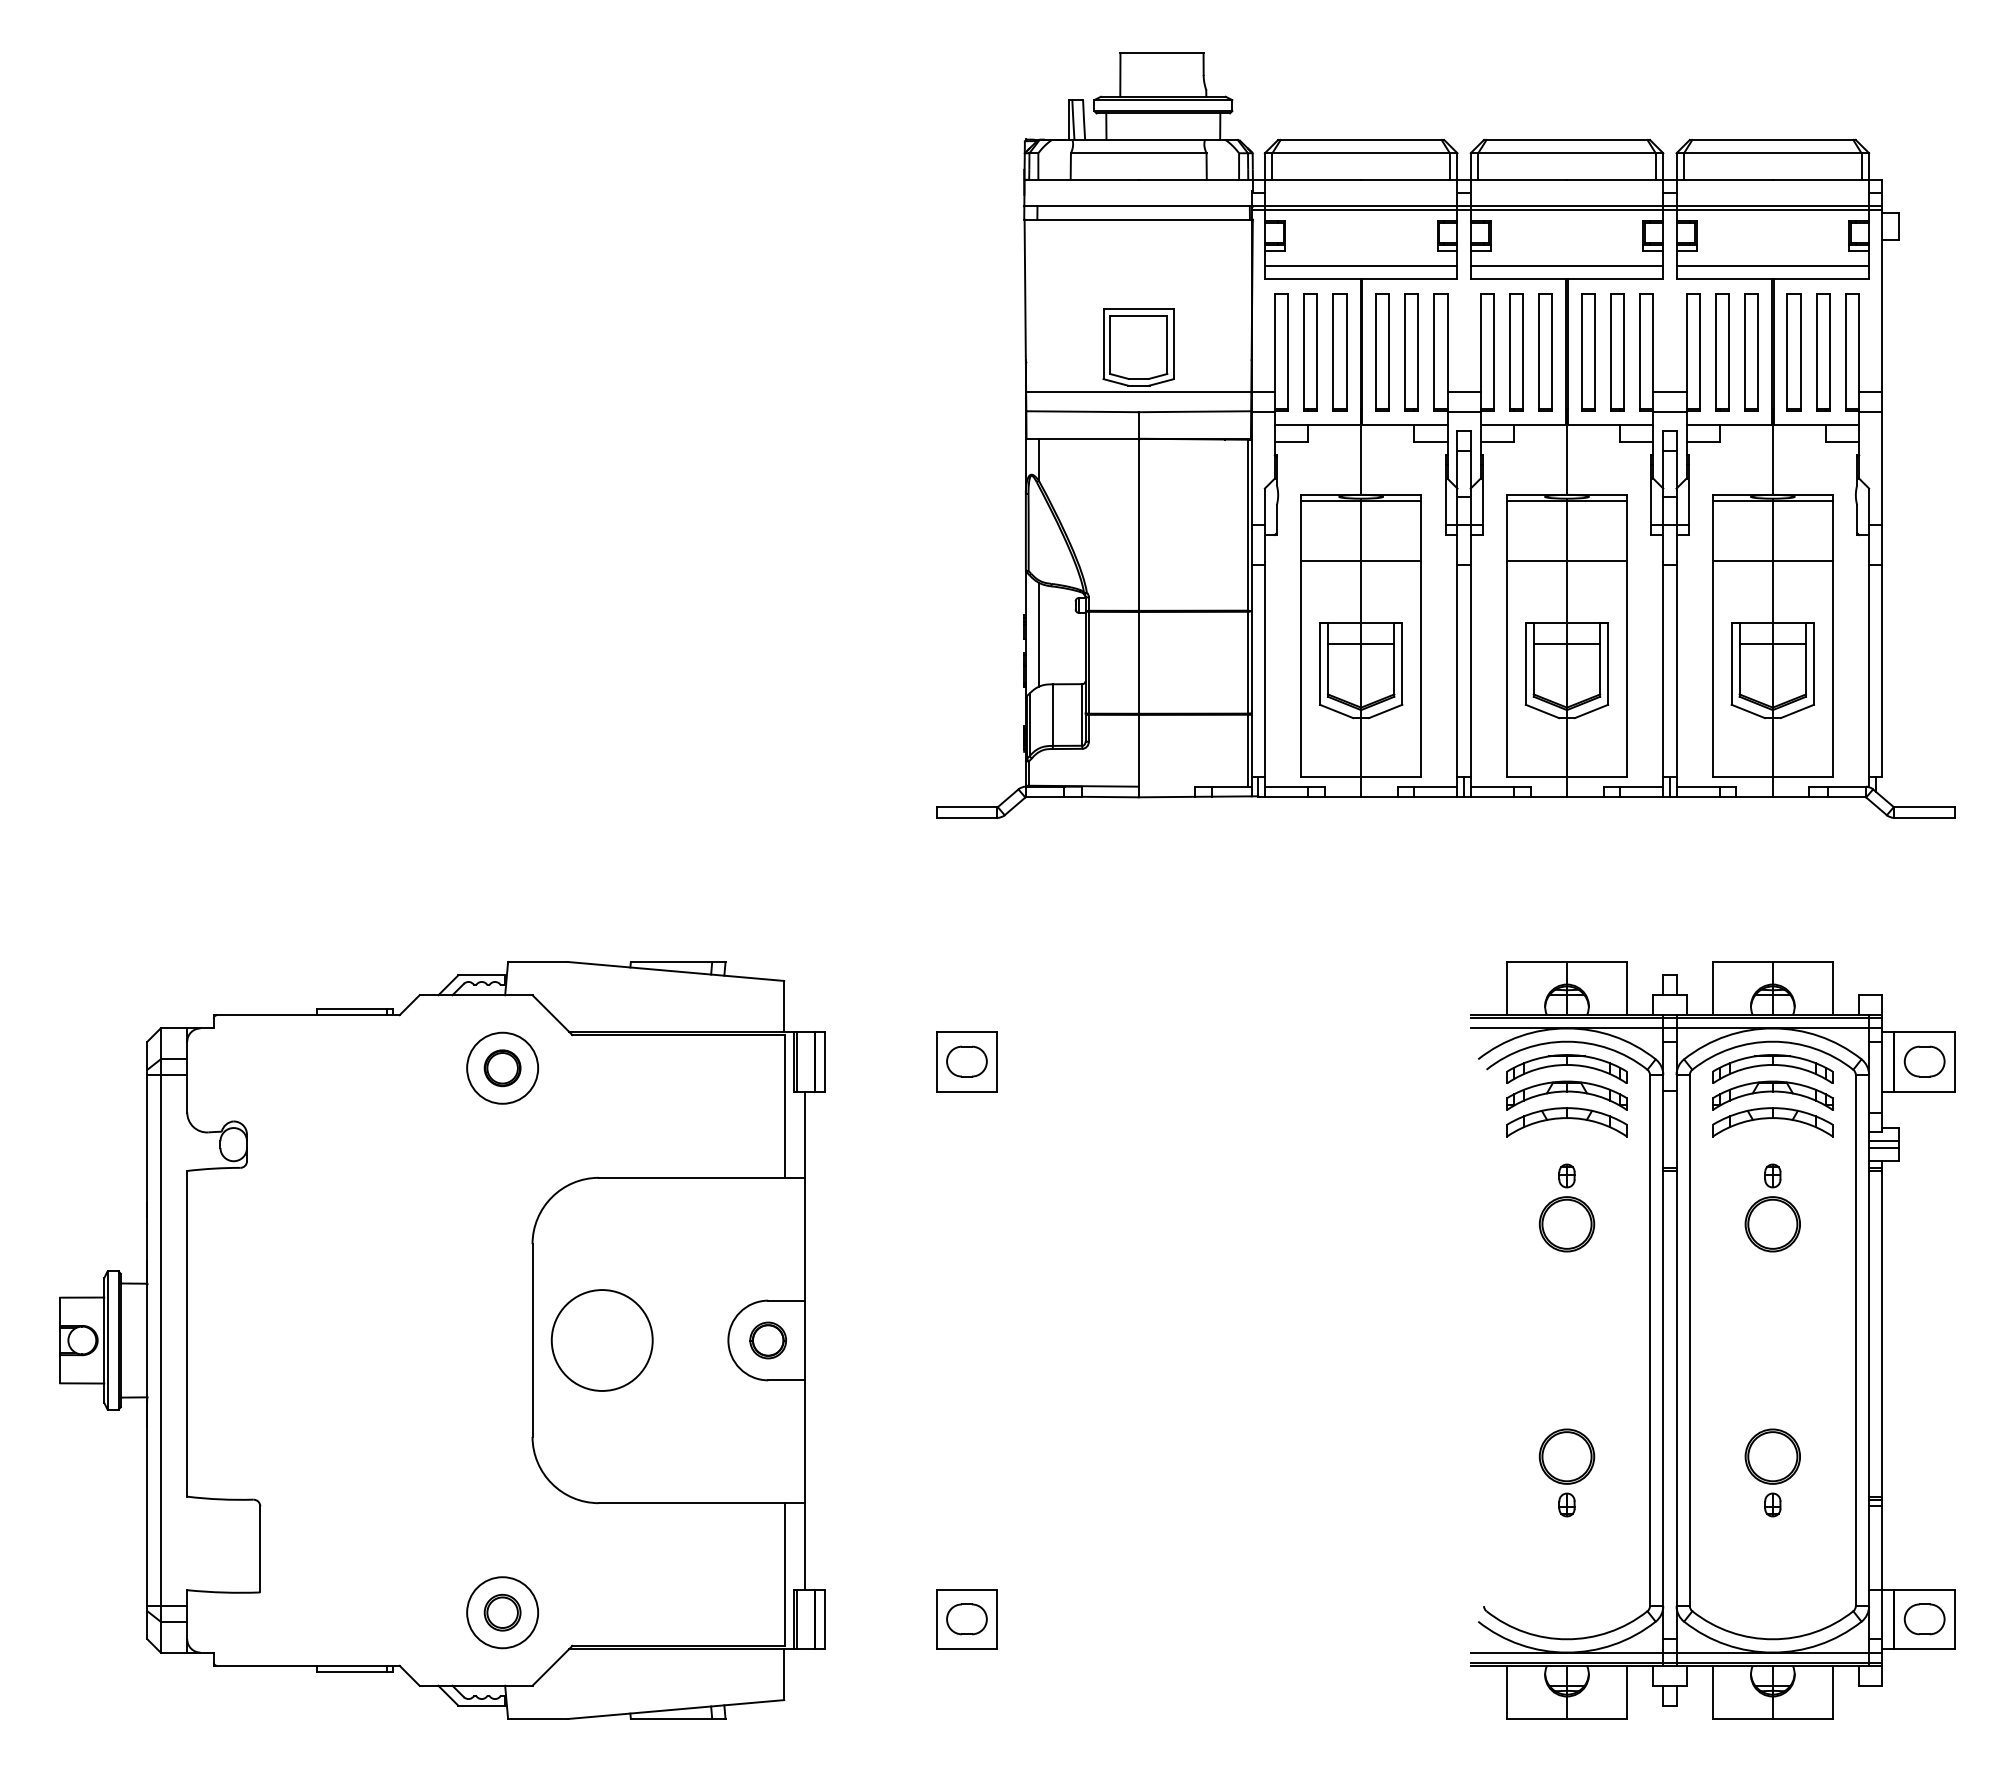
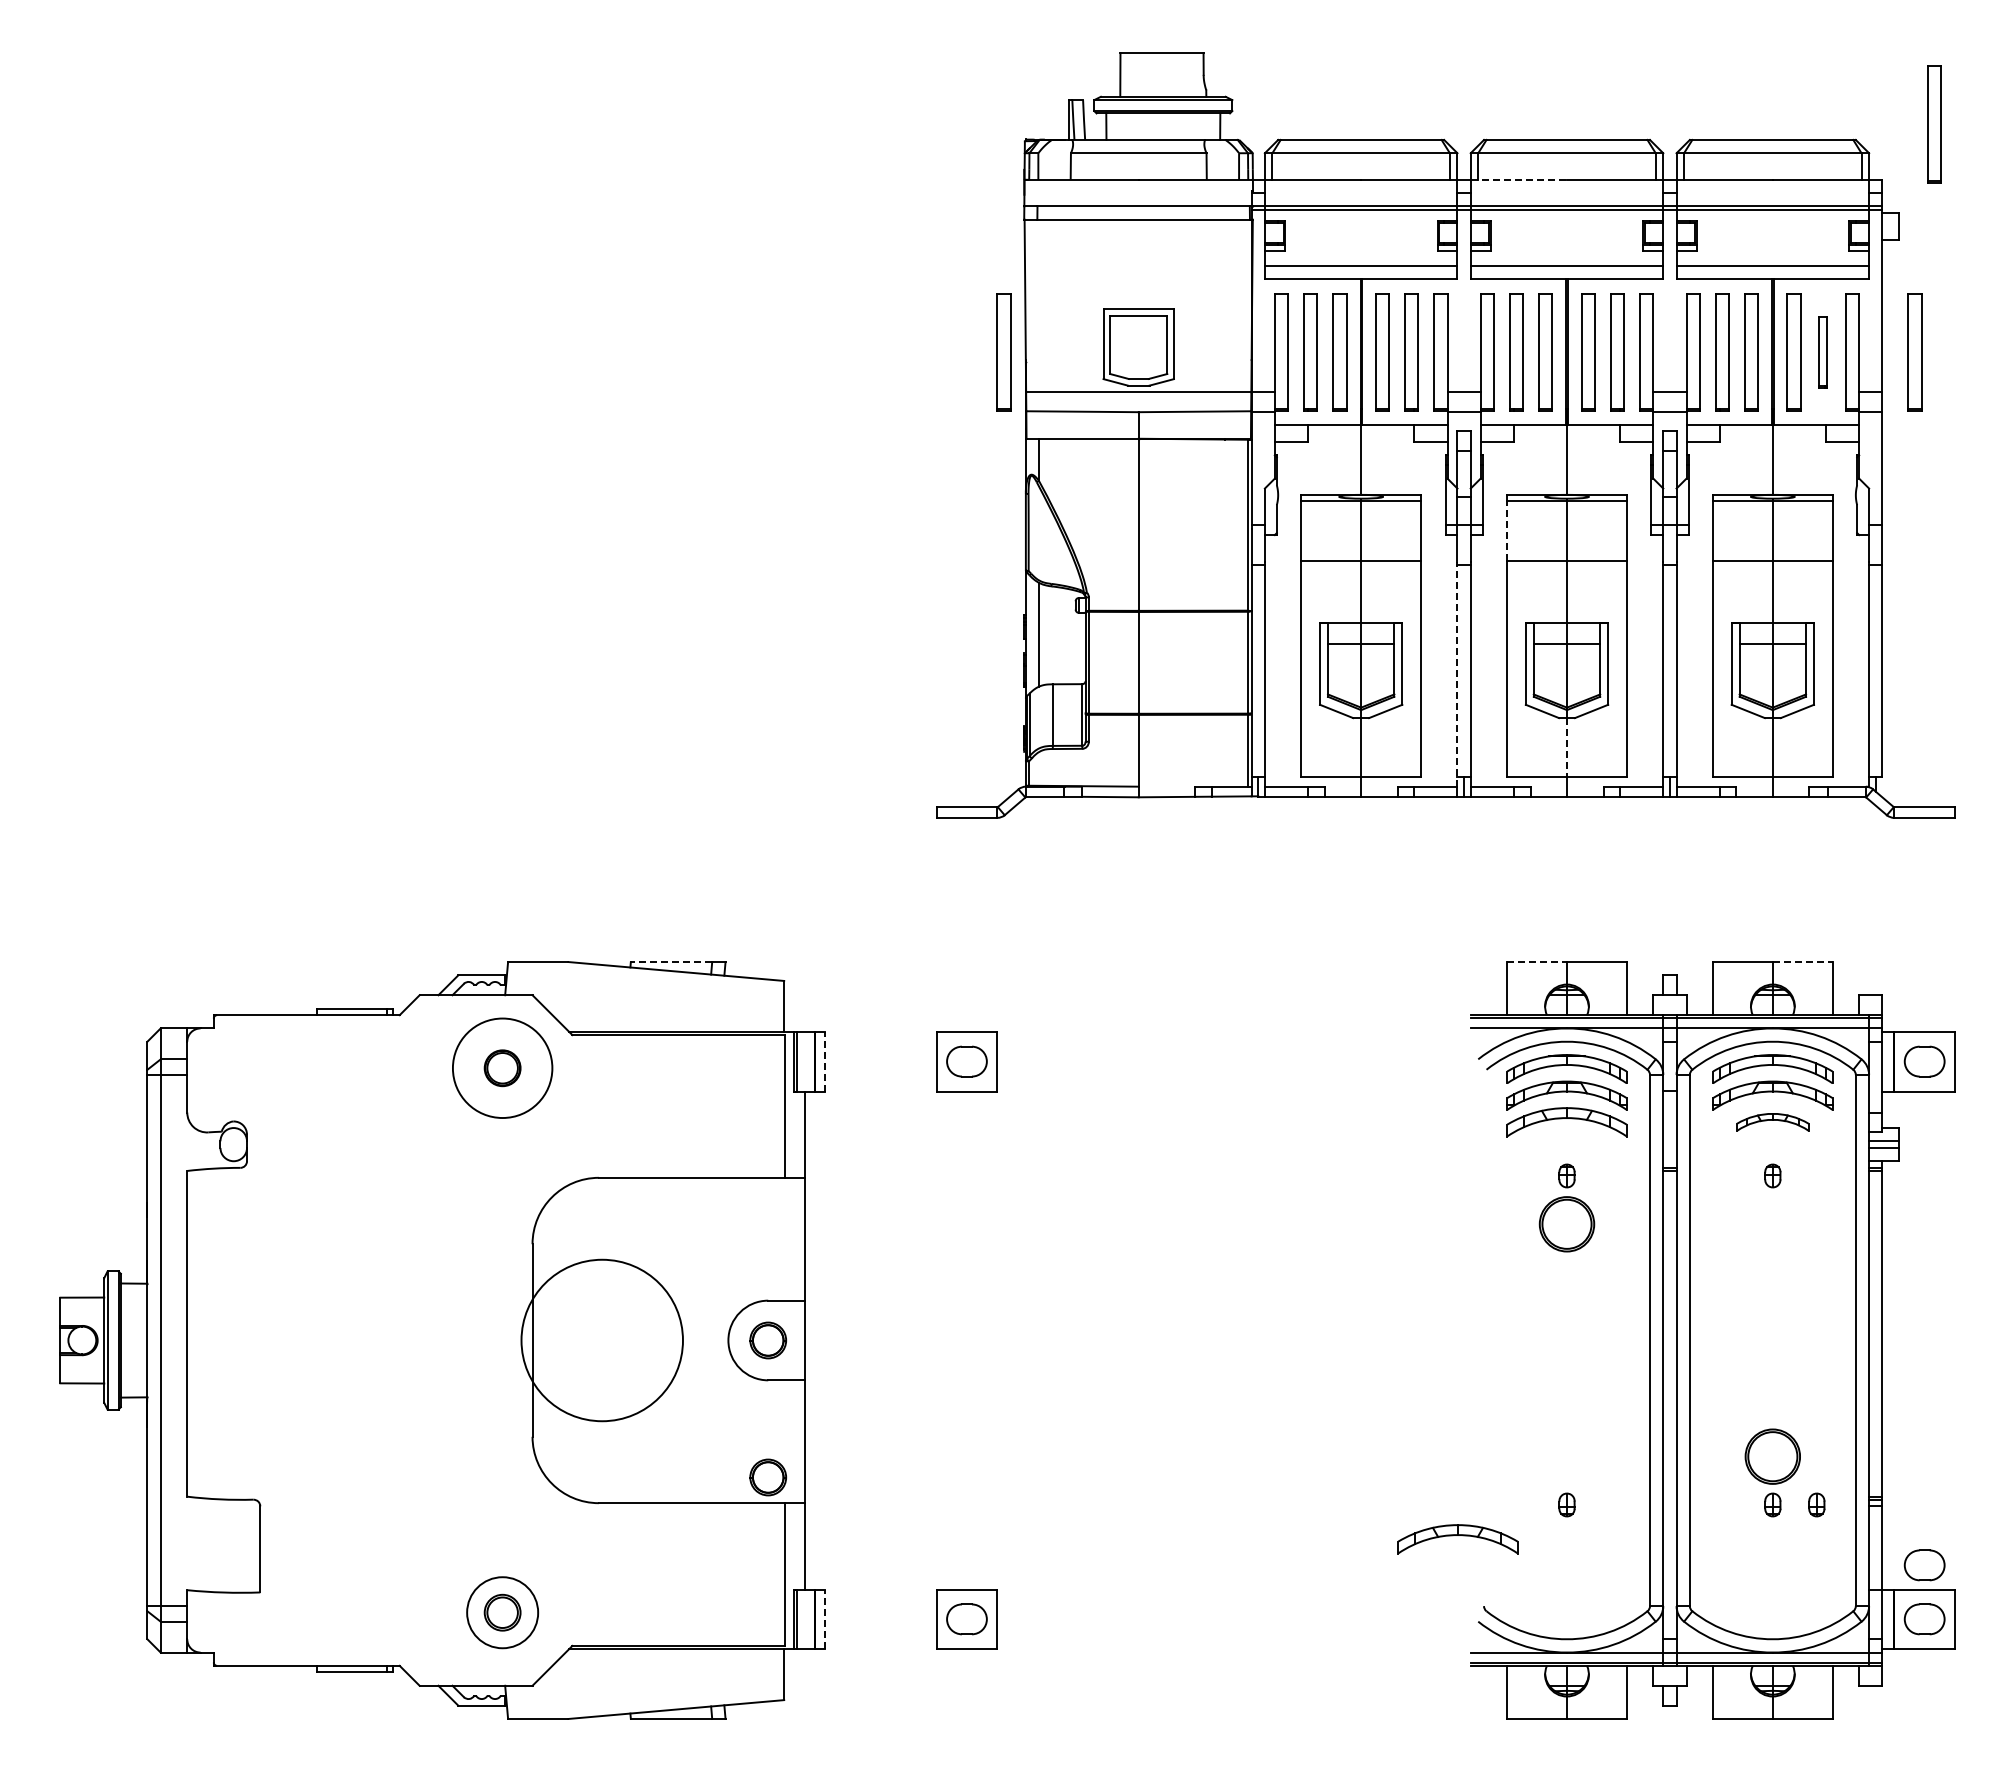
part at (1934, 124): none -> present
line at (1519, 179): solid -> dashed
part at (1003, 352): none -> present
part at (1823, 352) size: 15x119 px -> 10x73 px
part at (1914, 352): none -> present
line at (1507, 530): solid -> dashed
line at (1457, 674): solid -> dashed
line at (1567, 747): solid -> dashed
line at (671, 962): solid -> dashed
line at (1537, 962): solid -> dashed
line at (1802, 962): solid -> dashed
line at (825, 1061): solid -> dashed
circle at (502, 1067) diameter: 71 px -> 99 px
part at (1772, 1122) size: 122x31 px -> 74x19 px
part at (1772, 1224): present -> none
circle at (601, 1340) diameter: 101 px -> 161 px
part at (1566, 1456): present -> none
part at (768, 1477): none -> present
part at (1816, 1504): none -> present
part at (1457, 1539): none -> present
part at (1924, 1565): none -> present
line at (825, 1619): solid -> dashed
